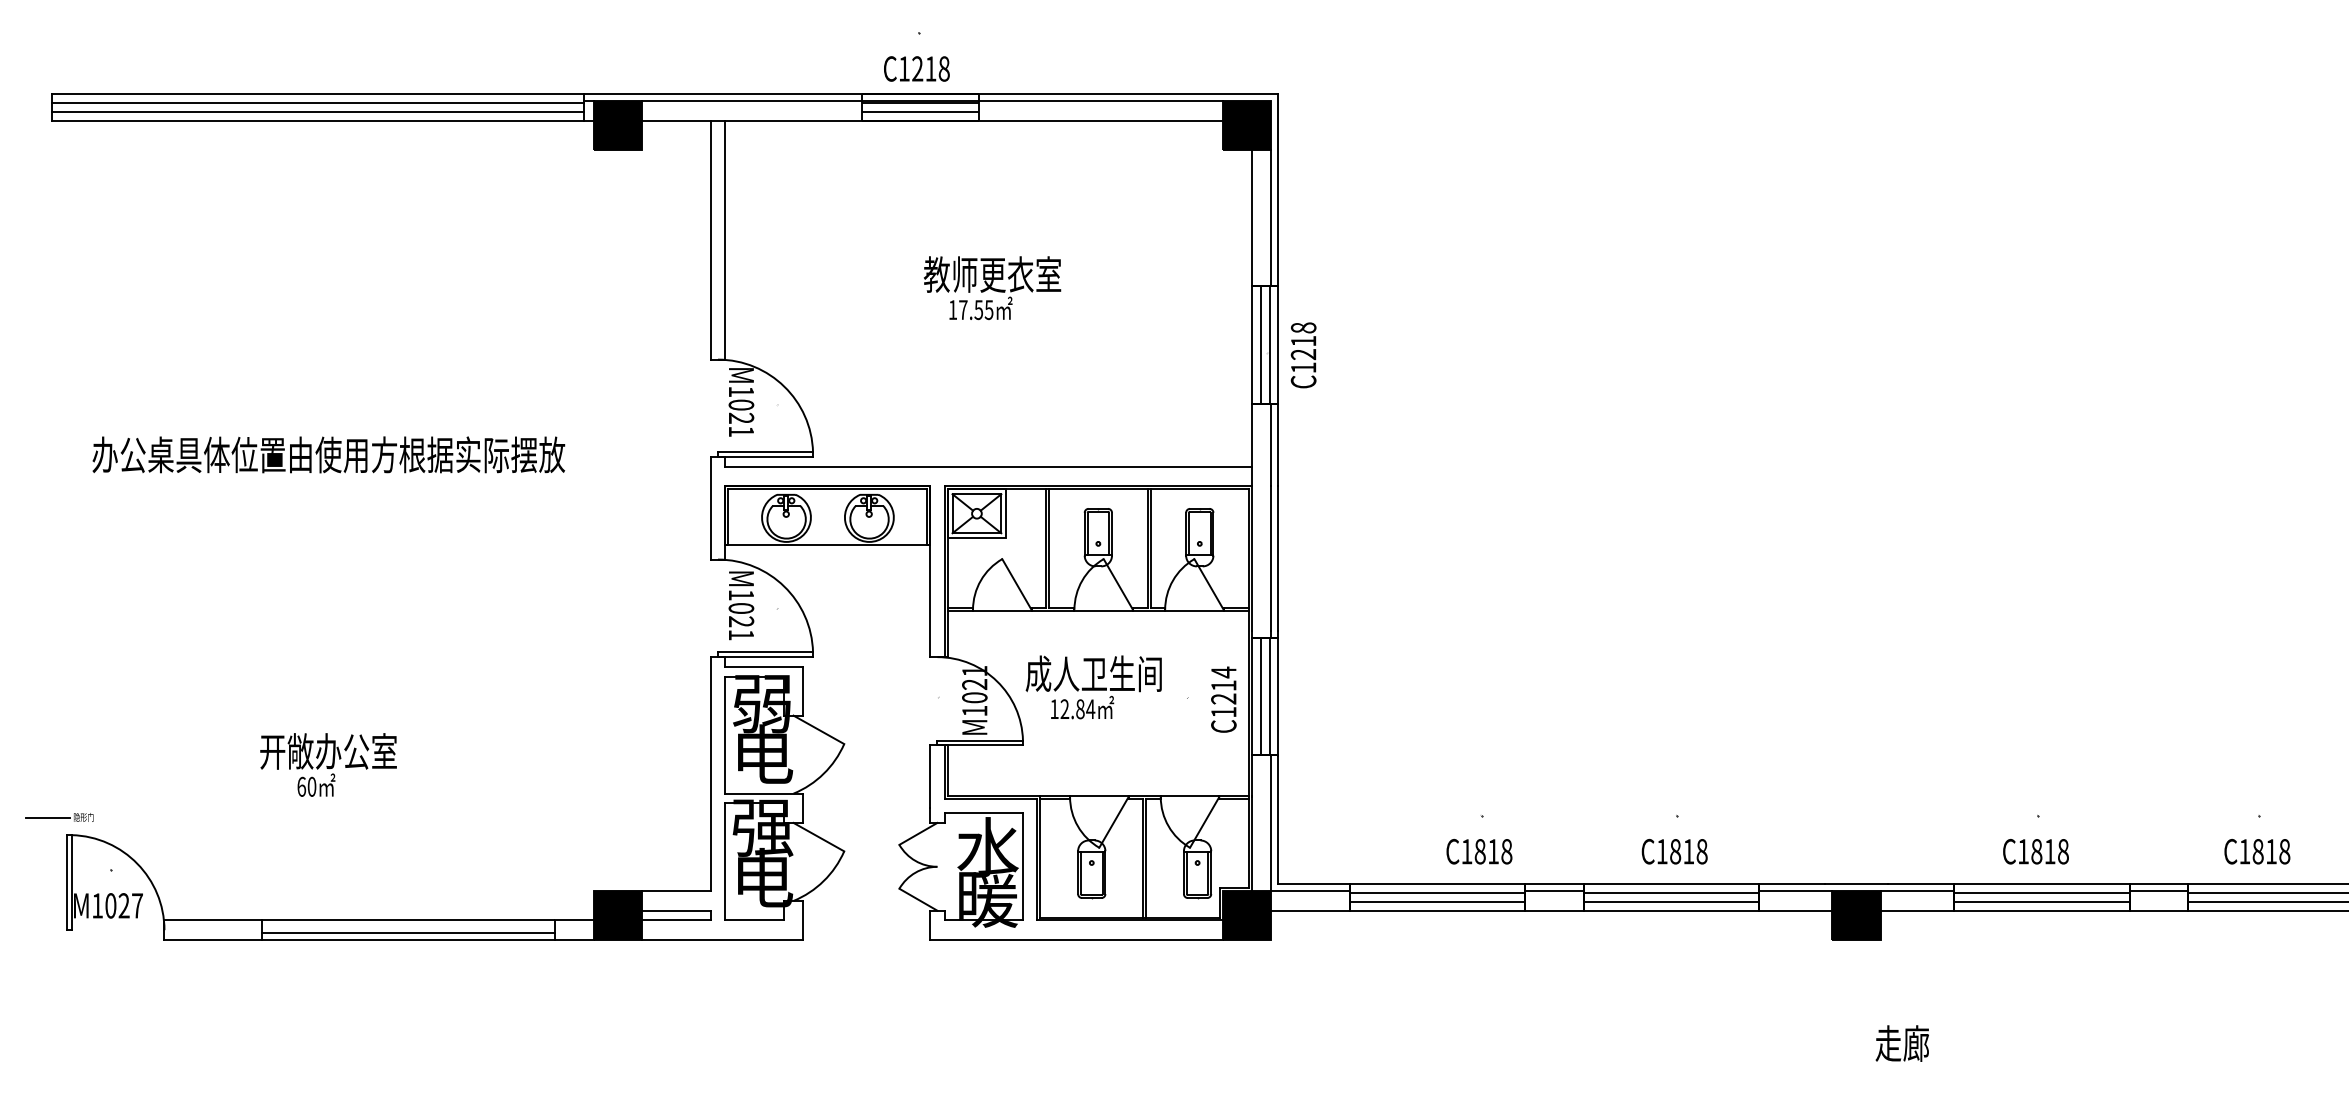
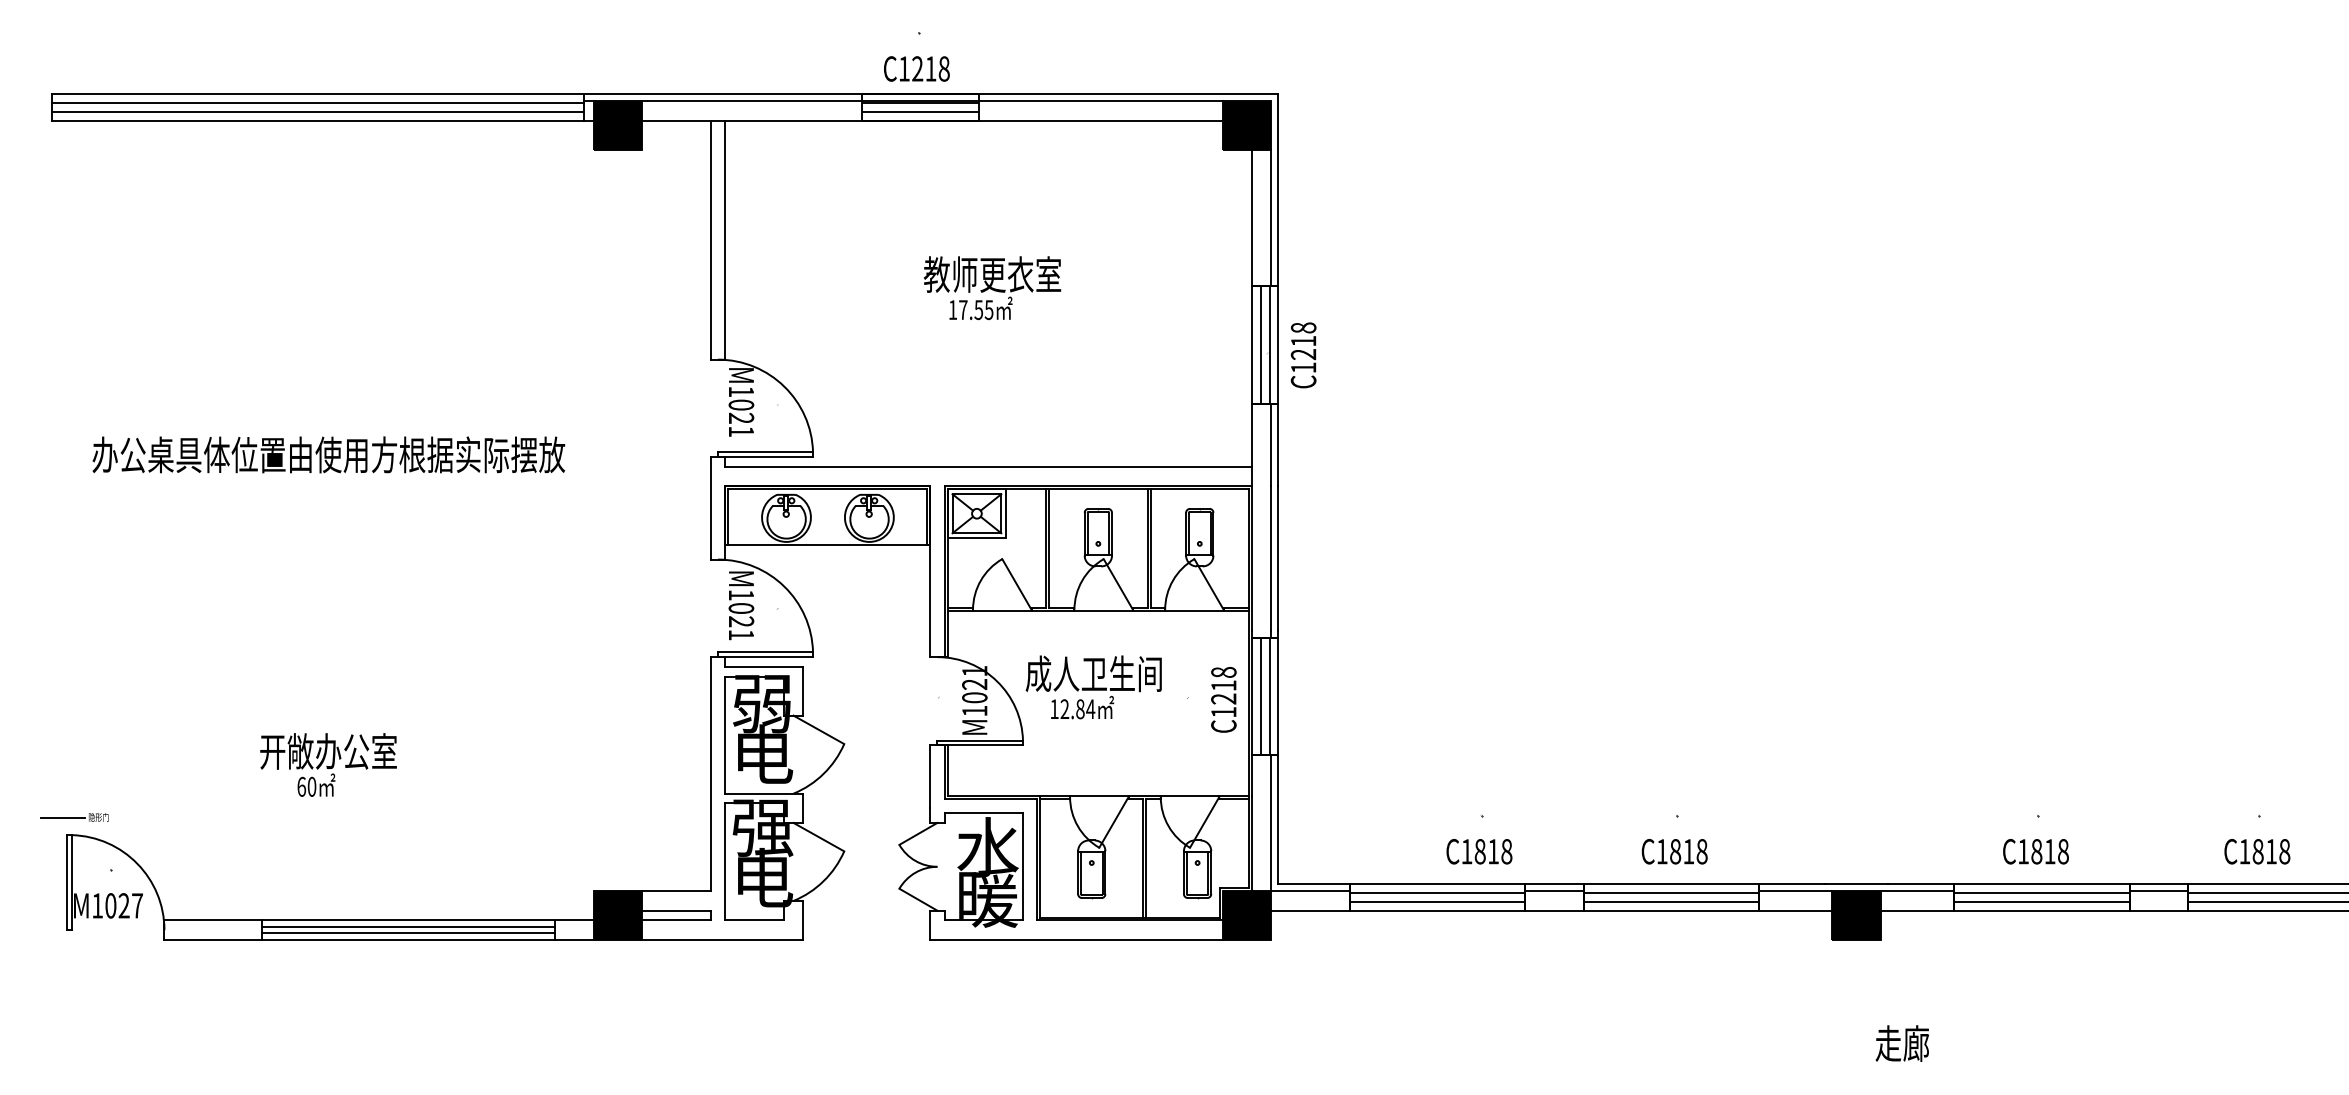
text at (1223, 672): C1214 -> C1218
part at (59, 817) position: (59, 817) -> (74, 817)
line at (408, 927): none -> present
